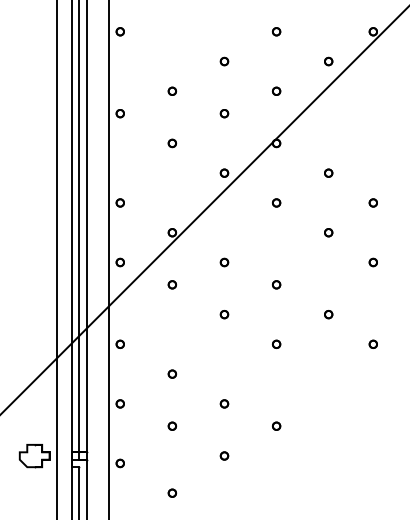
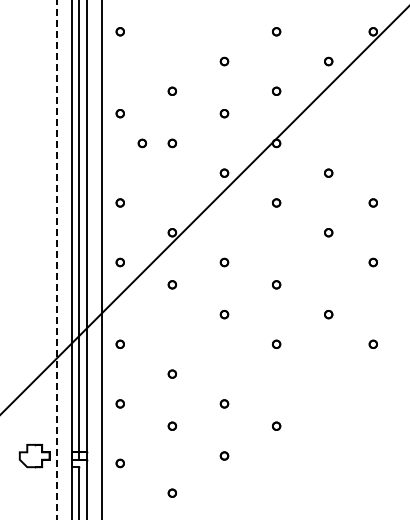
part at (142, 143): none -> present
line at (109, 259) position: (109, 259) -> (102, 259)
line at (57, 260): solid -> dashed
